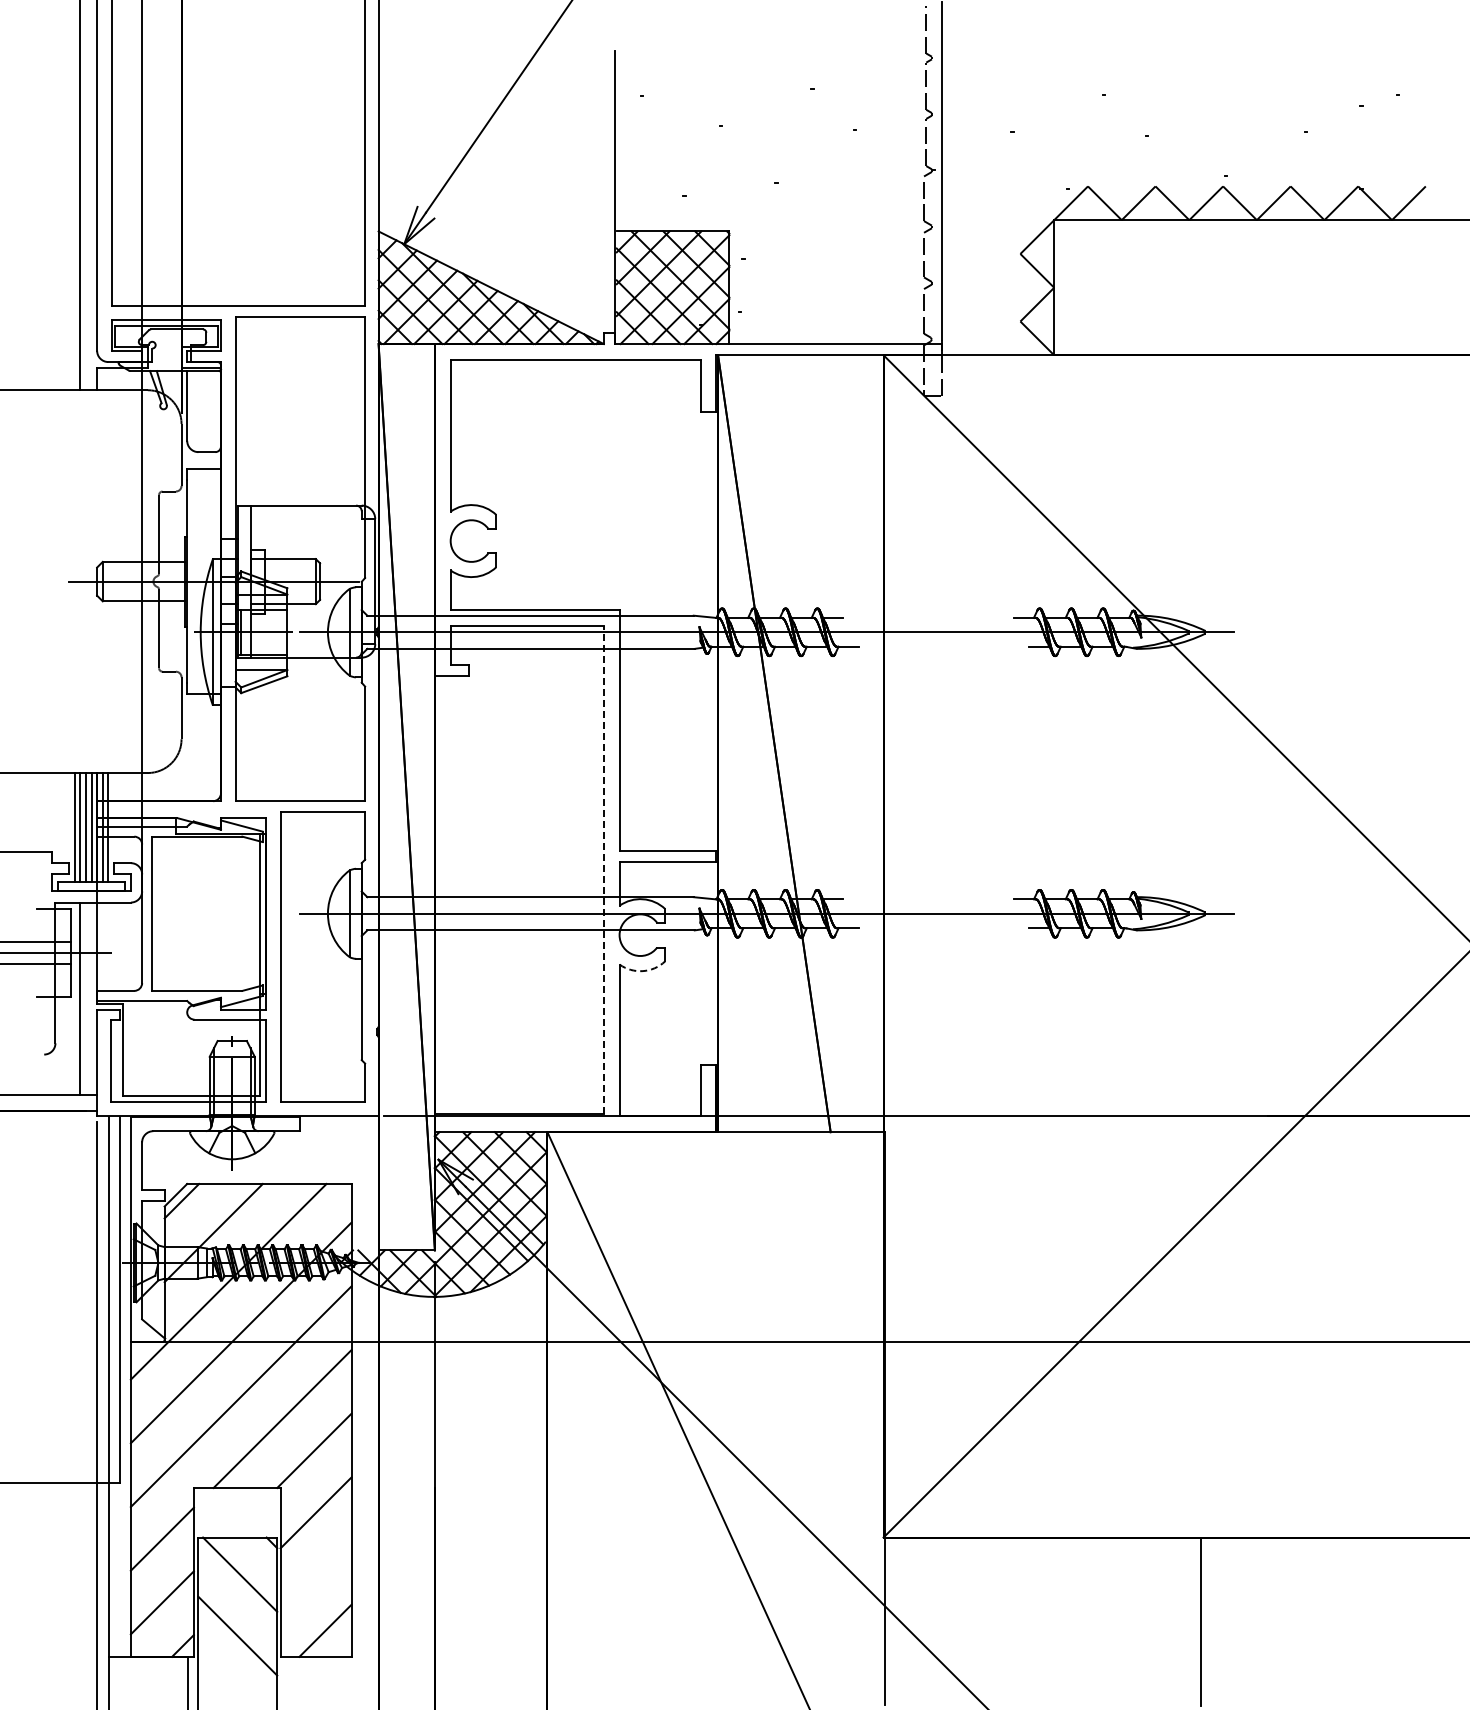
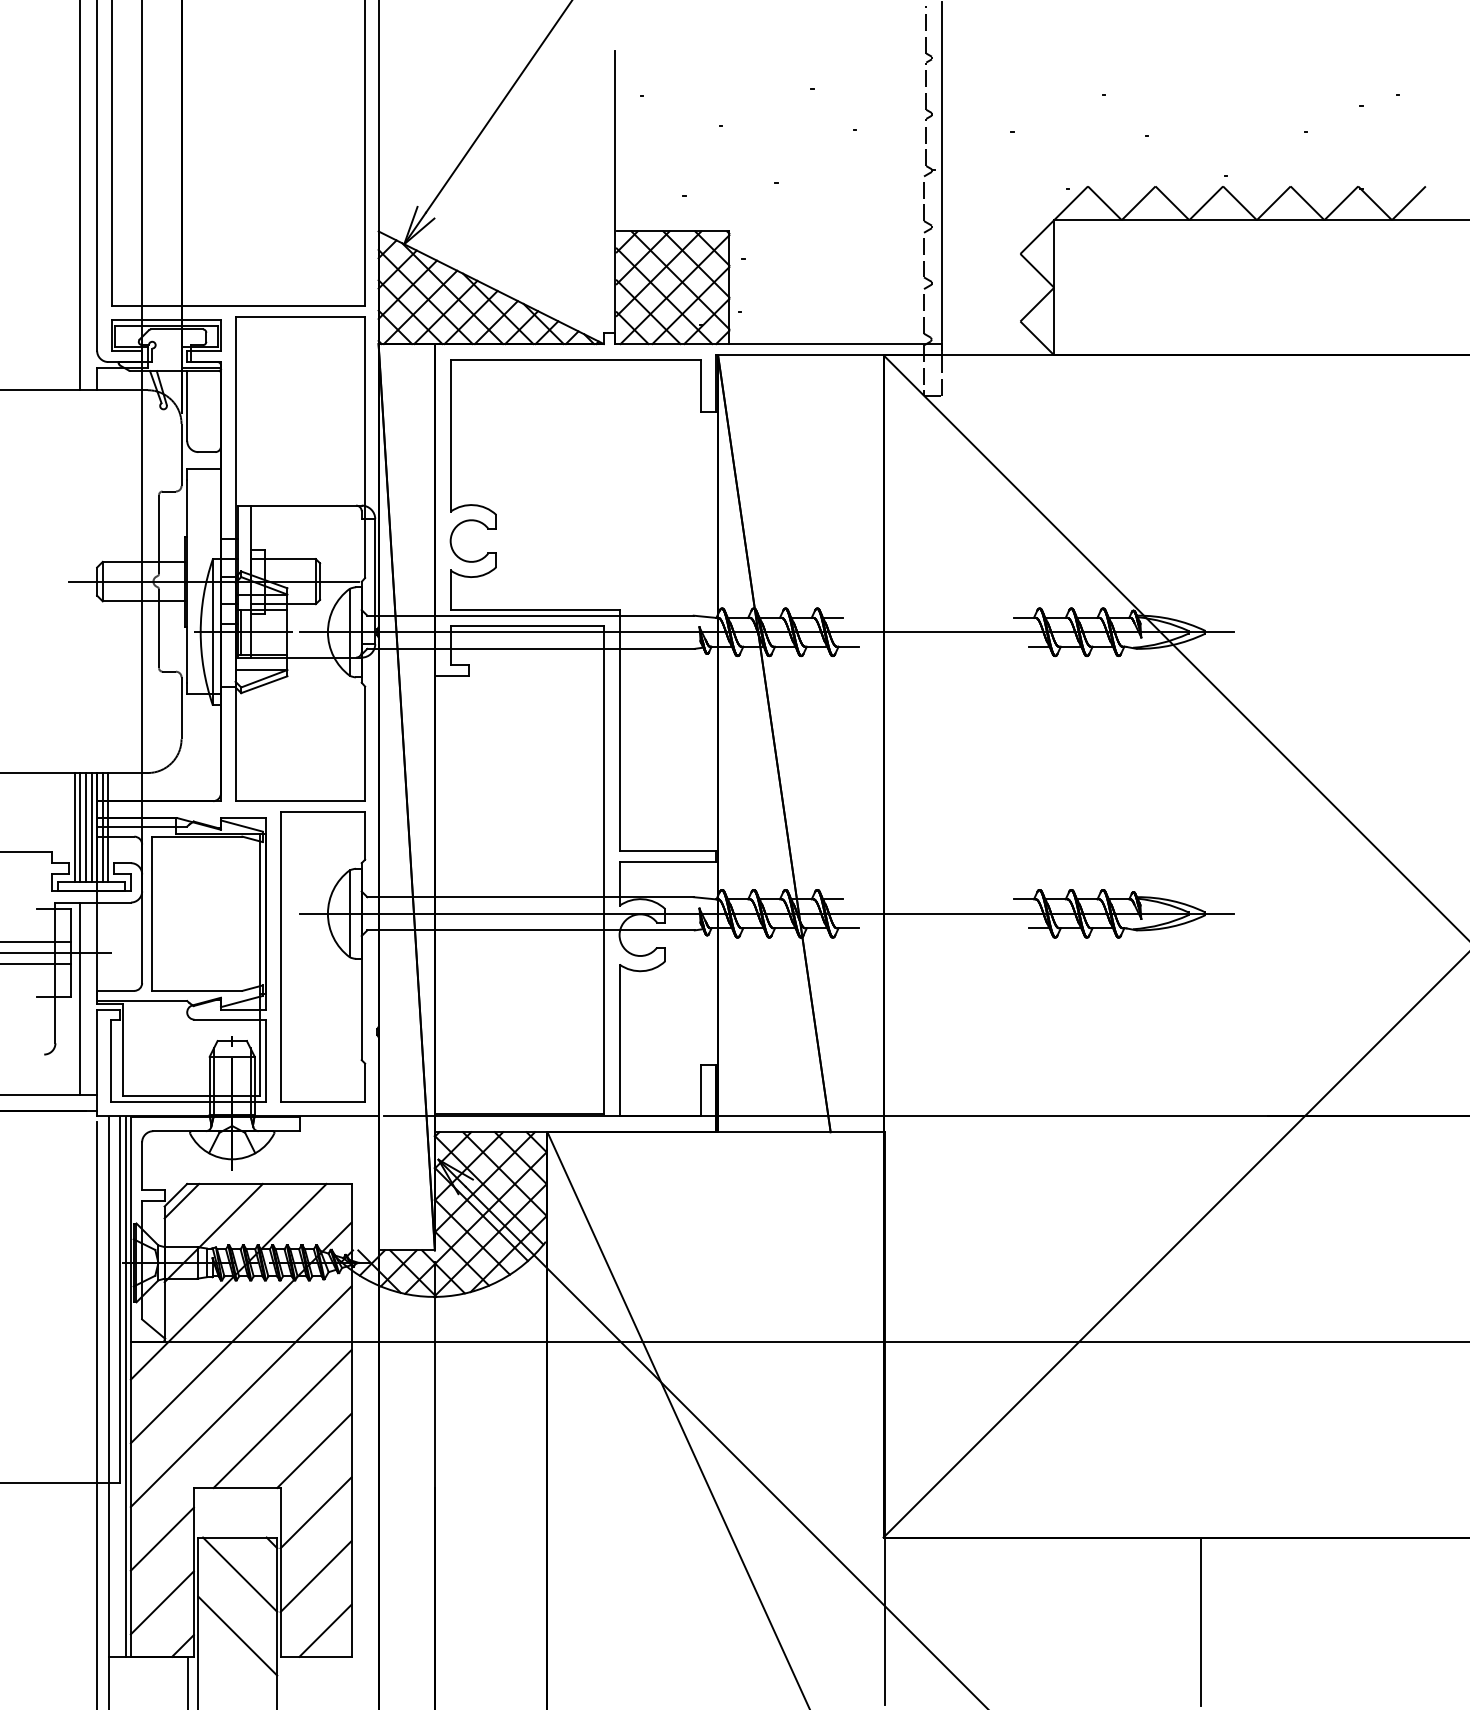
line at (603, 869): dashed -> solid
arc at (642, 971): dashed -> solid
line at (126, 1386): none -> present
line at (315, 1576): none -> present
